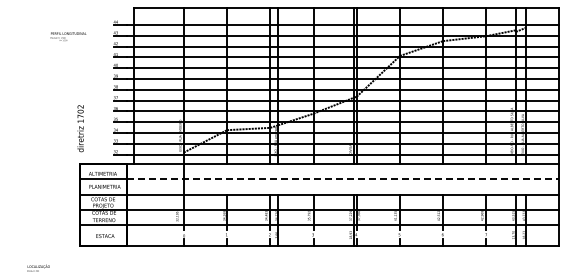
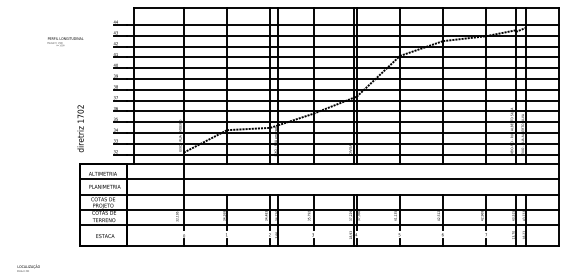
text at (68, 36) position: (68, 36) -> (65, 41)
line at (342, 179): dashed -> solid
text at (38, 267) position: (38, 267) -> (28, 267)
